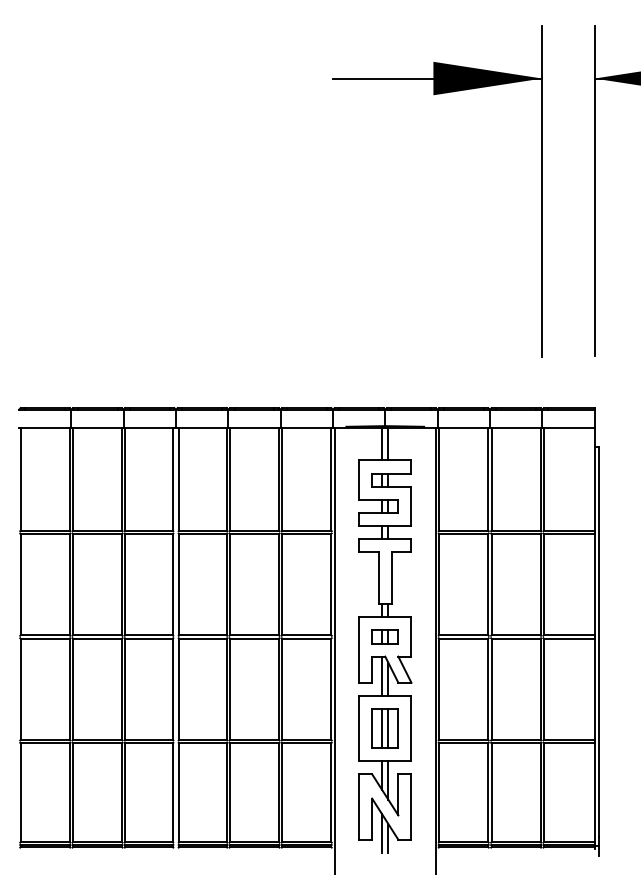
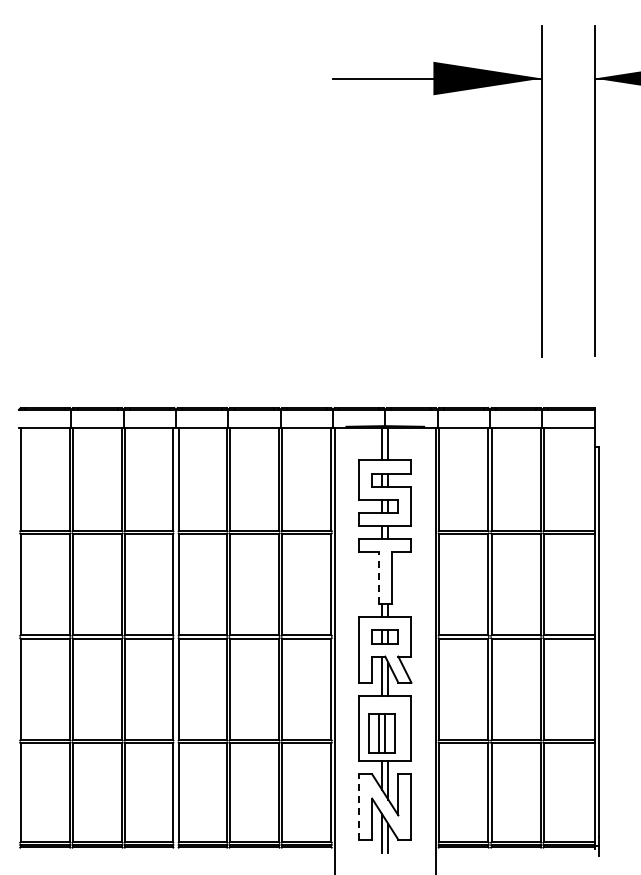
line at (378, 577): solid -> dashed
part at (384, 728) position: (384, 728) -> (381, 733)
line at (359, 807): solid -> dashed
